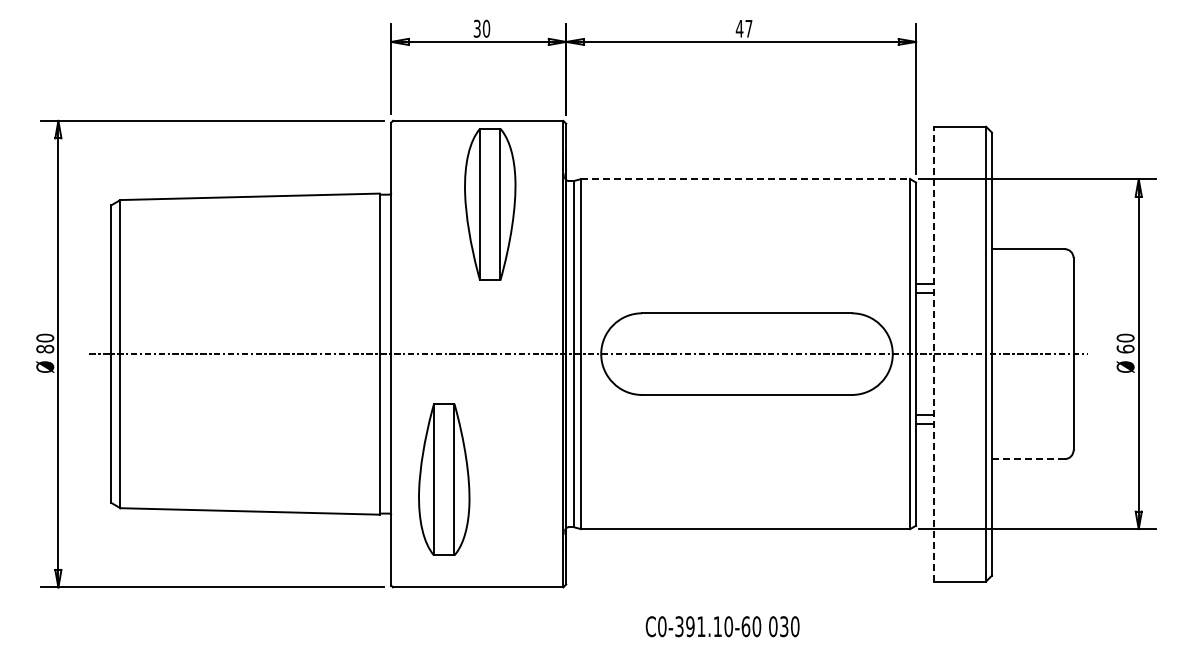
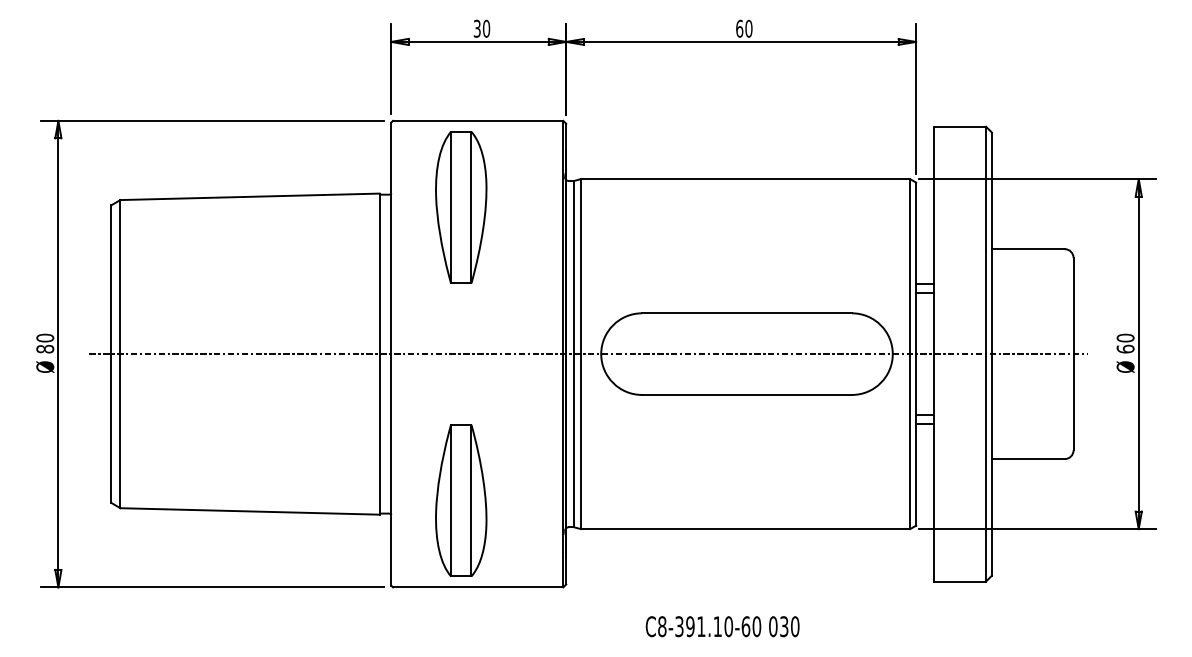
text at (743, 28): 47 -> 60
line at (745, 179): dashed -> solid
part at (490, 204) position: (490, 204) -> (461, 207)
line at (933, 353): dashed -> solid
line at (1028, 459): dashed -> solid
part at (444, 479) position: (444, 479) -> (461, 500)
text at (662, 626): C0-391.10-60 -> C8-391.10-60
